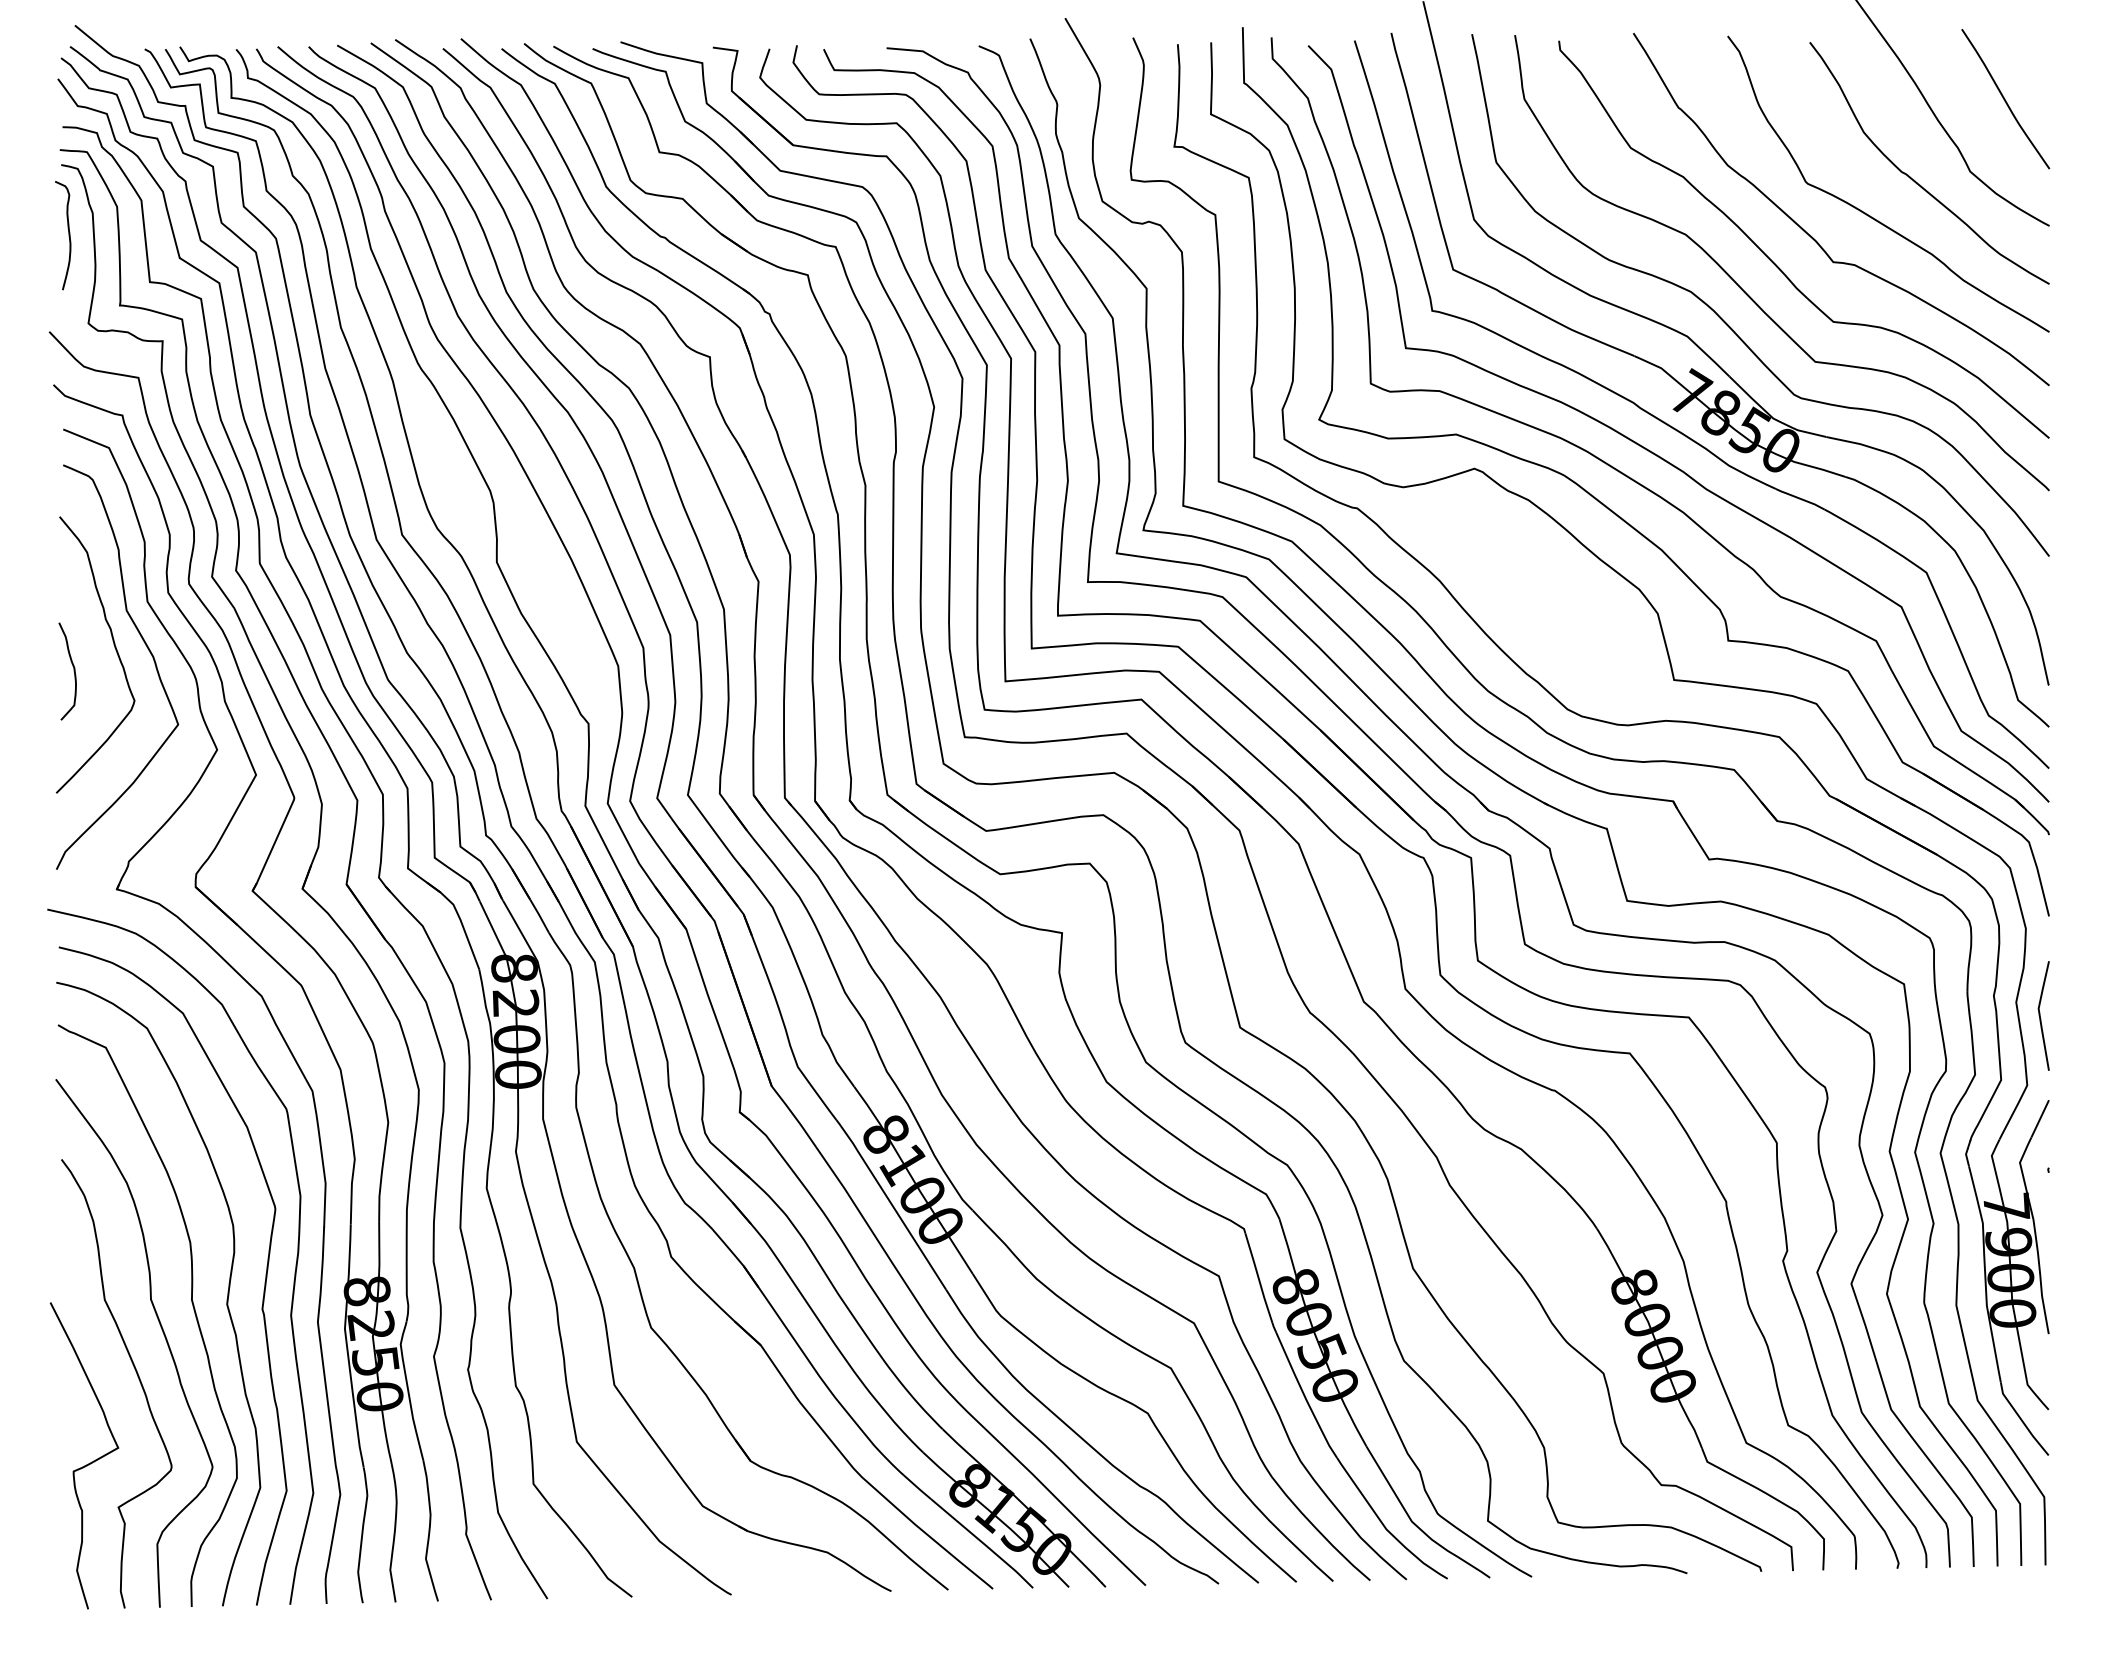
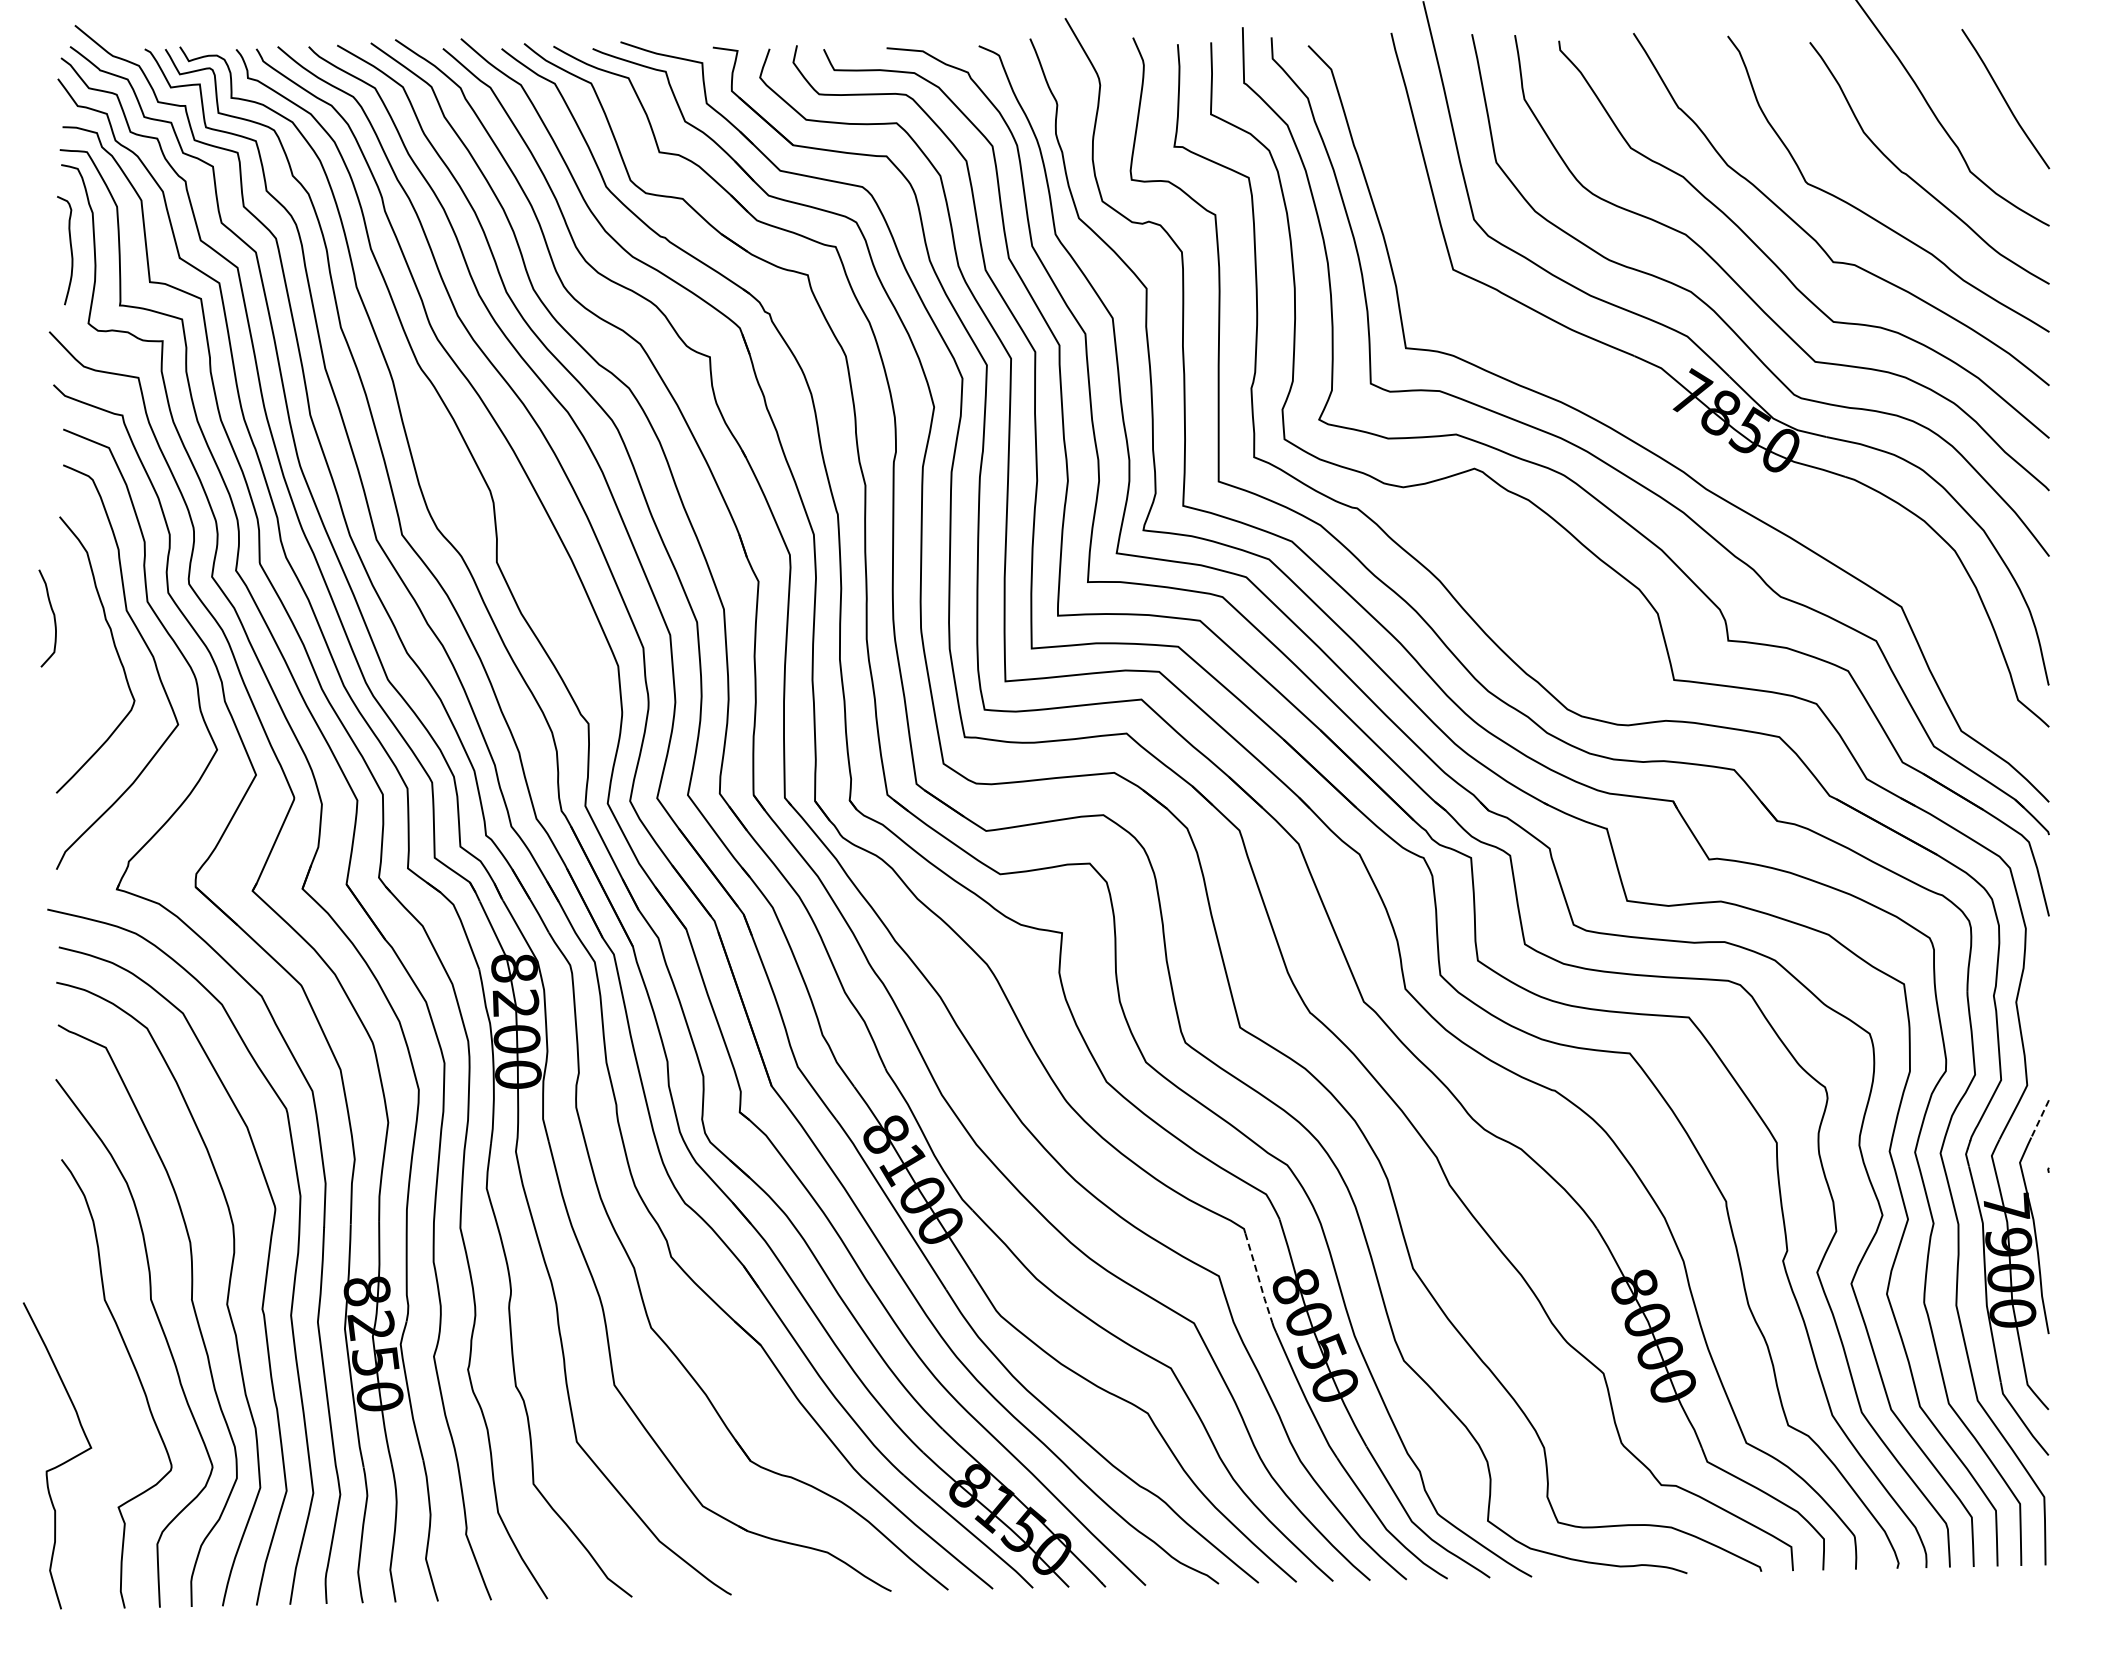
curve at (68, 235) position: (68, 235) -> (70, 250)
part at (1682, 432): present -> none
curve at (73, 671) position: (73, 671) -> (53, 618)
curve at (2040, 1015): present -> none
line at (2040, 1118): solid -> dashed
line at (1258, 1278): solid -> dashed
curve at (88, 1463) position: (88, 1463) -> (61, 1463)
